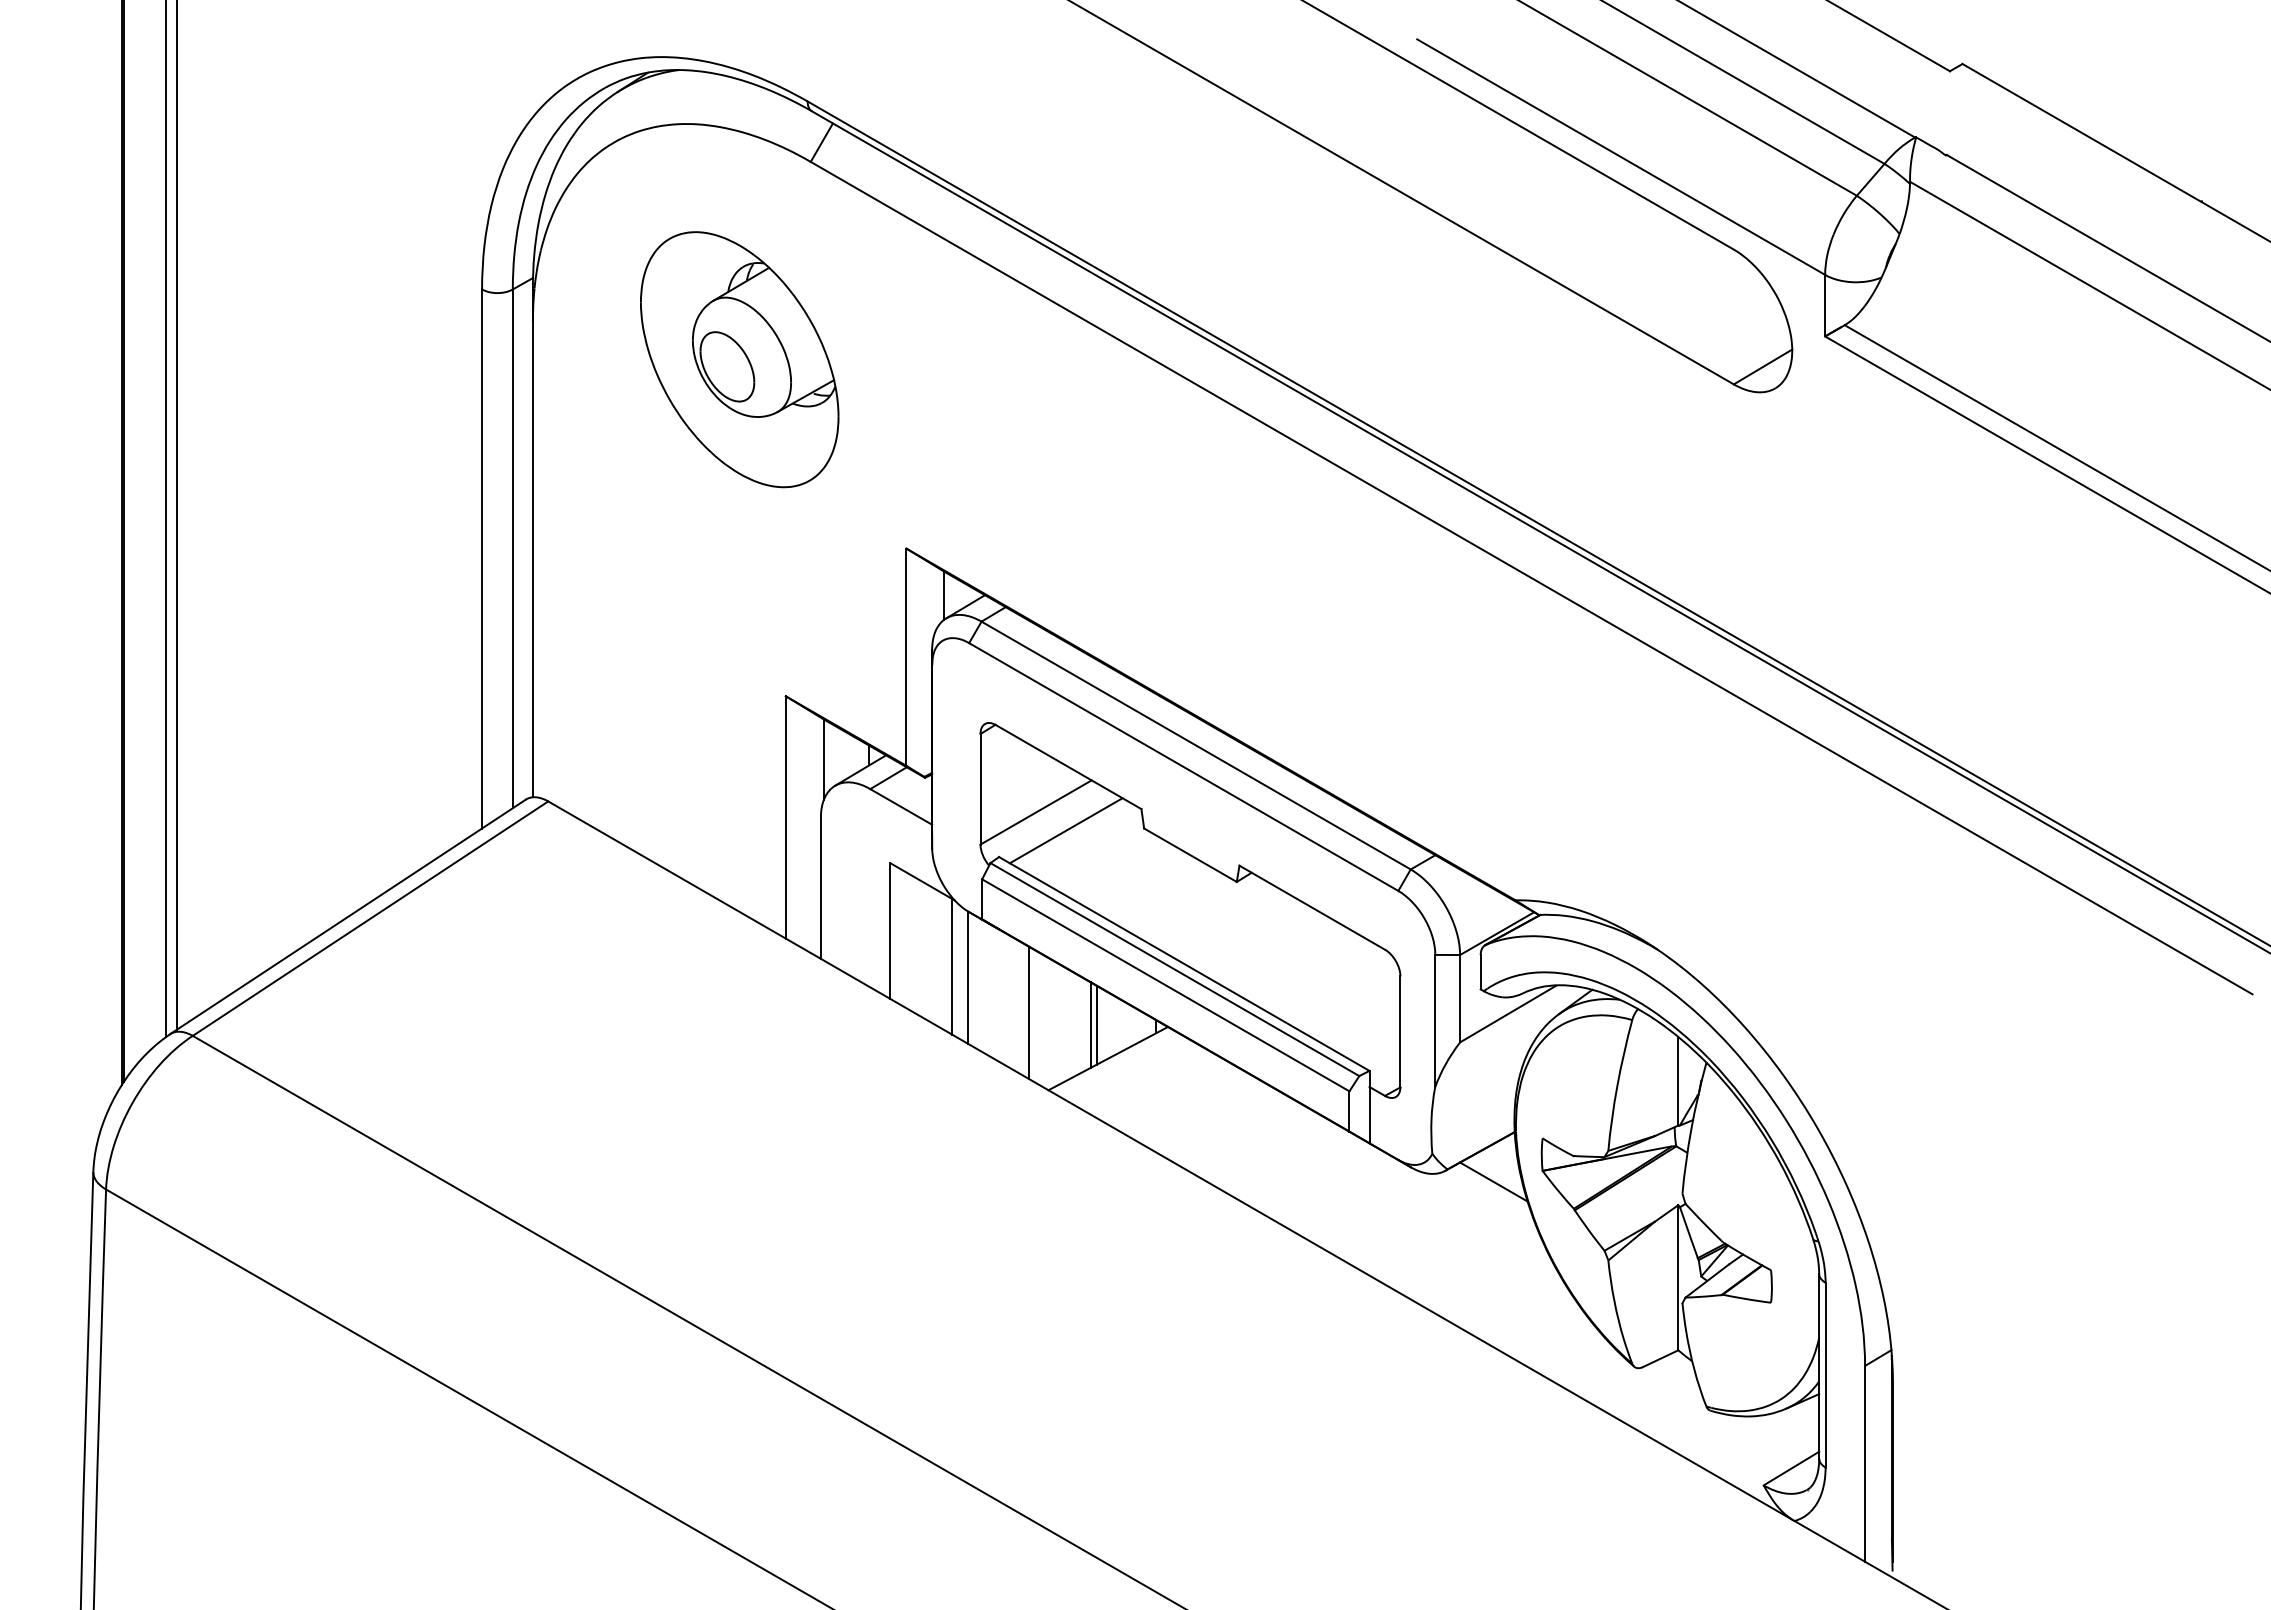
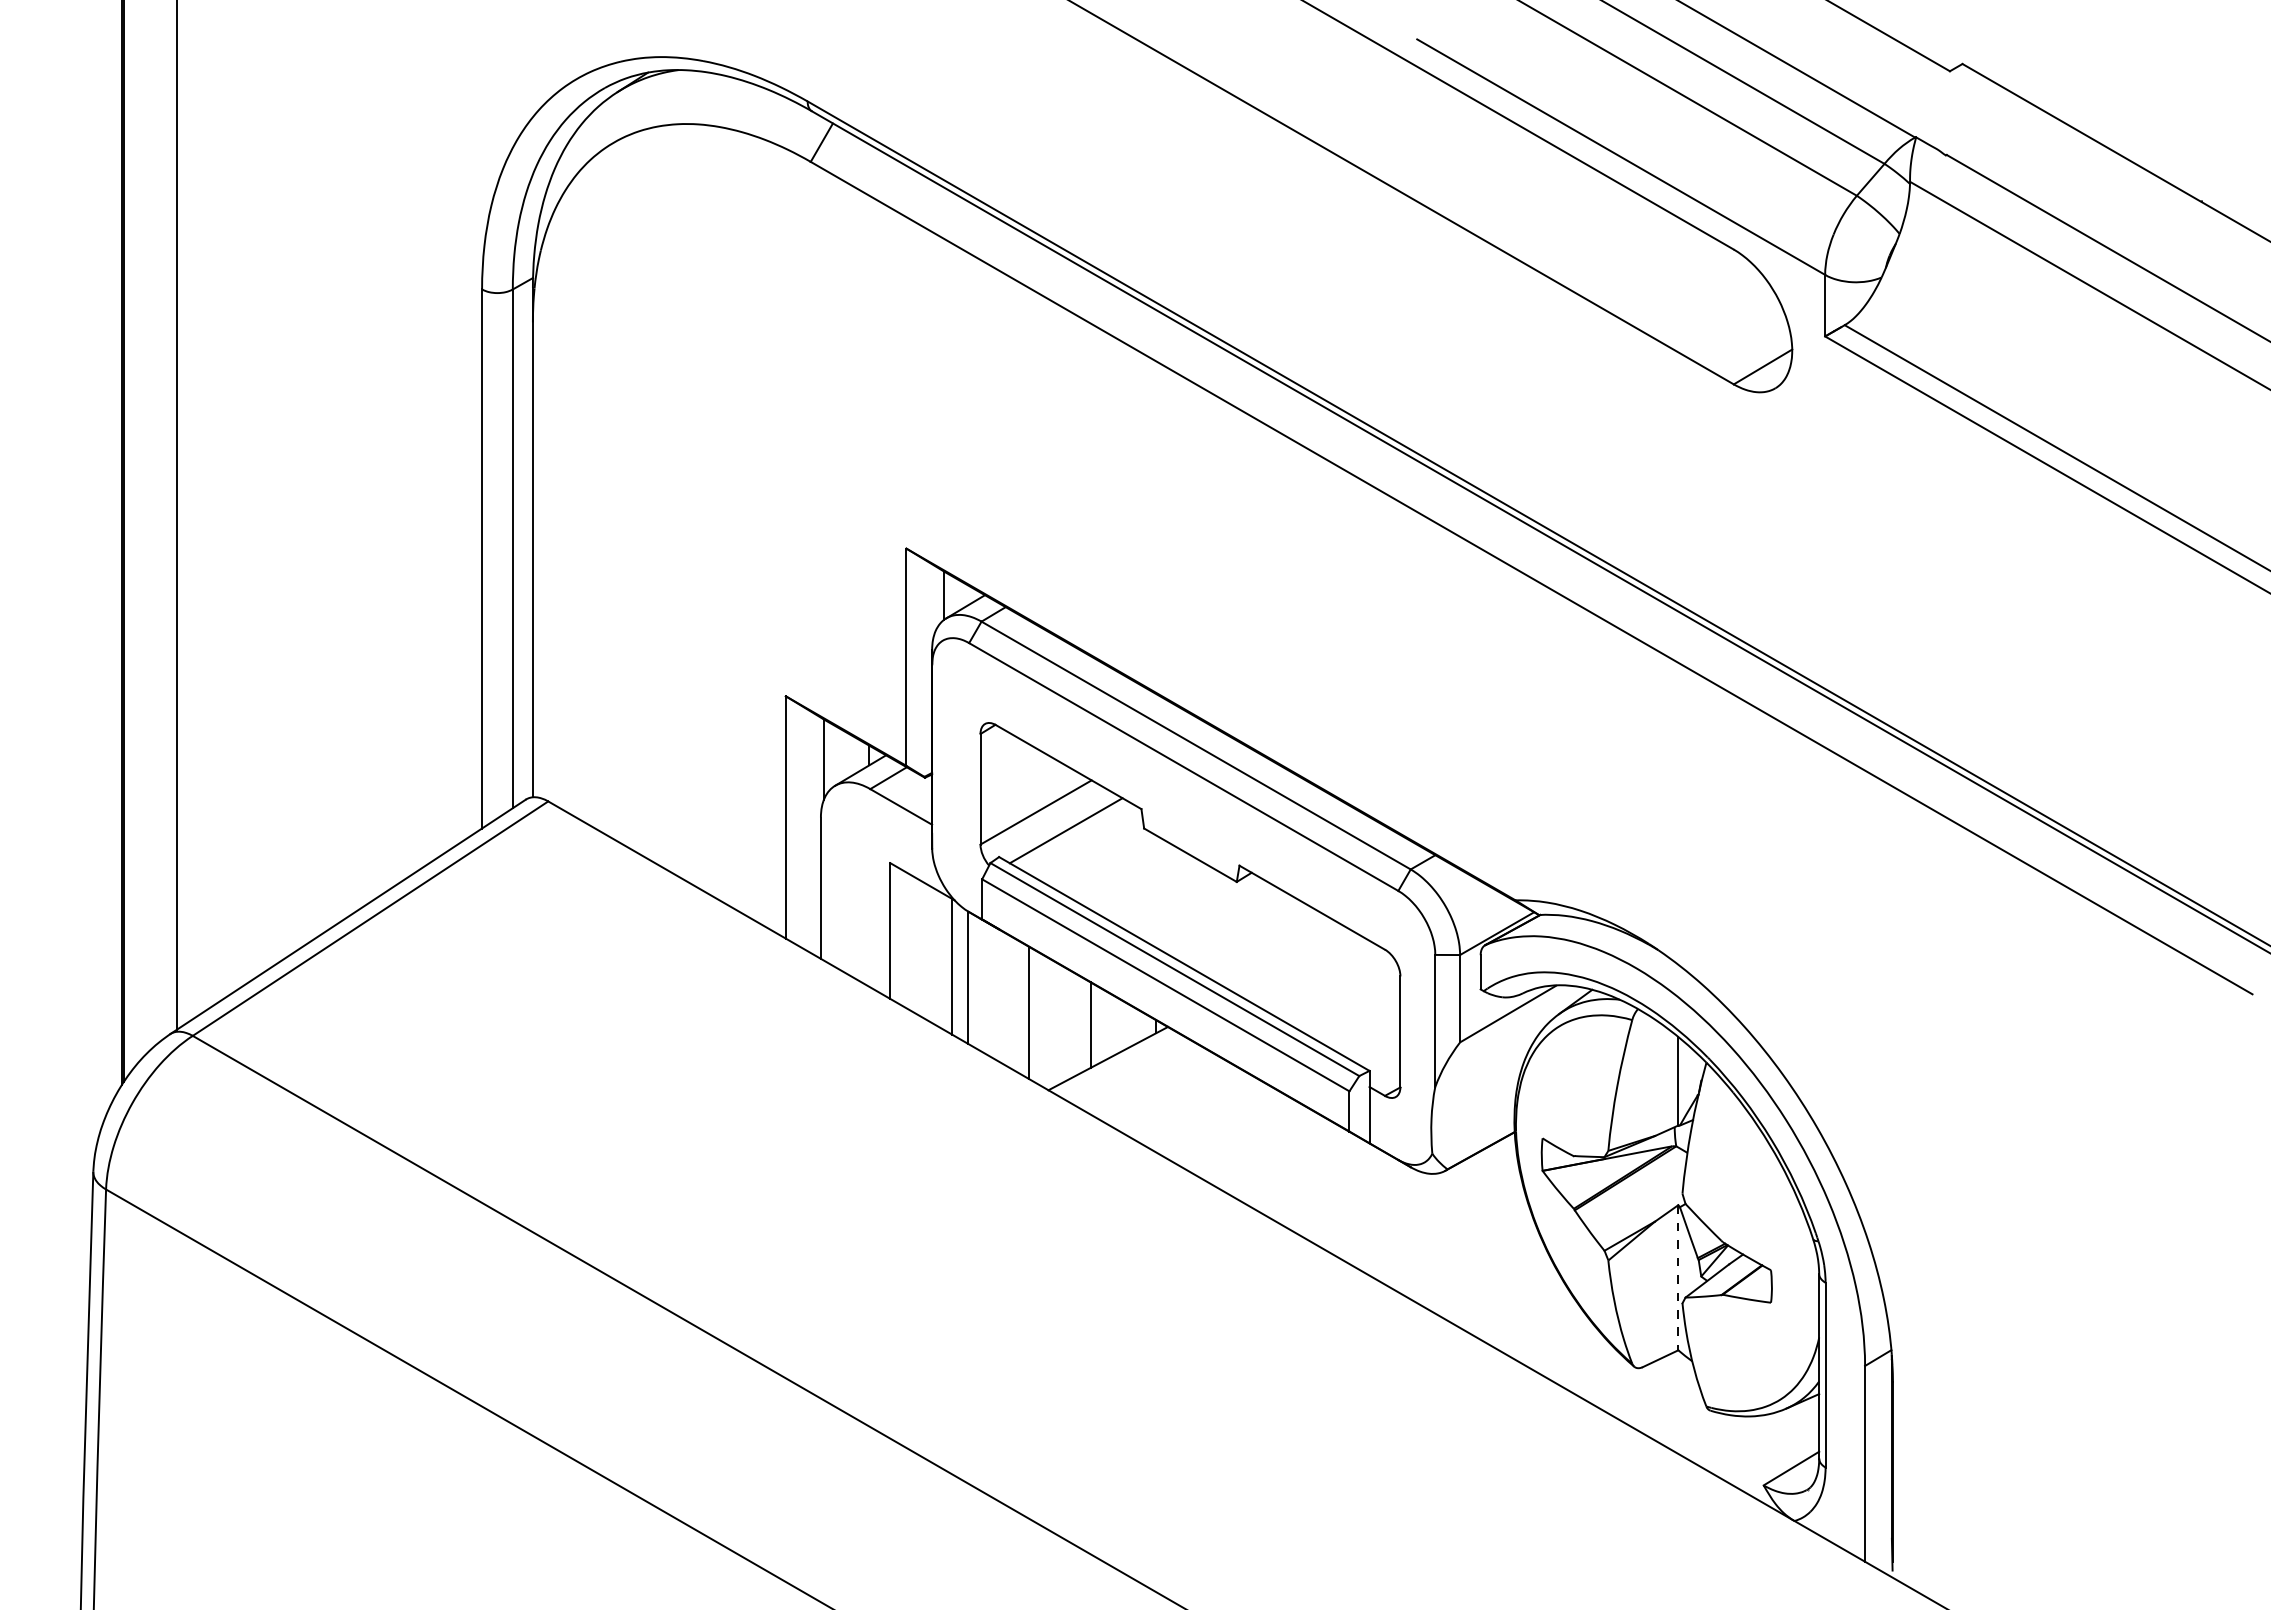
part at (739, 359): present -> none
line at (165, 519): present -> none
line at (1096, 1024): present -> none
line at (1493, 1181): present -> none
line at (1678, 1277): solid -> dashed
